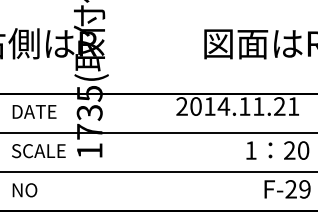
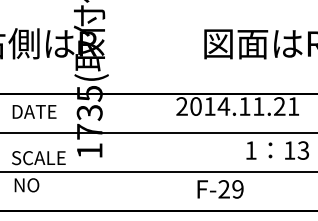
text at (296, 150): 20 -> 13
text at (38, 151) position: (38, 151) -> (38, 158)
text at (287, 189) position: (287, 189) -> (220, 189)
text at (24, 190) position: (24, 190) -> (26, 185)
